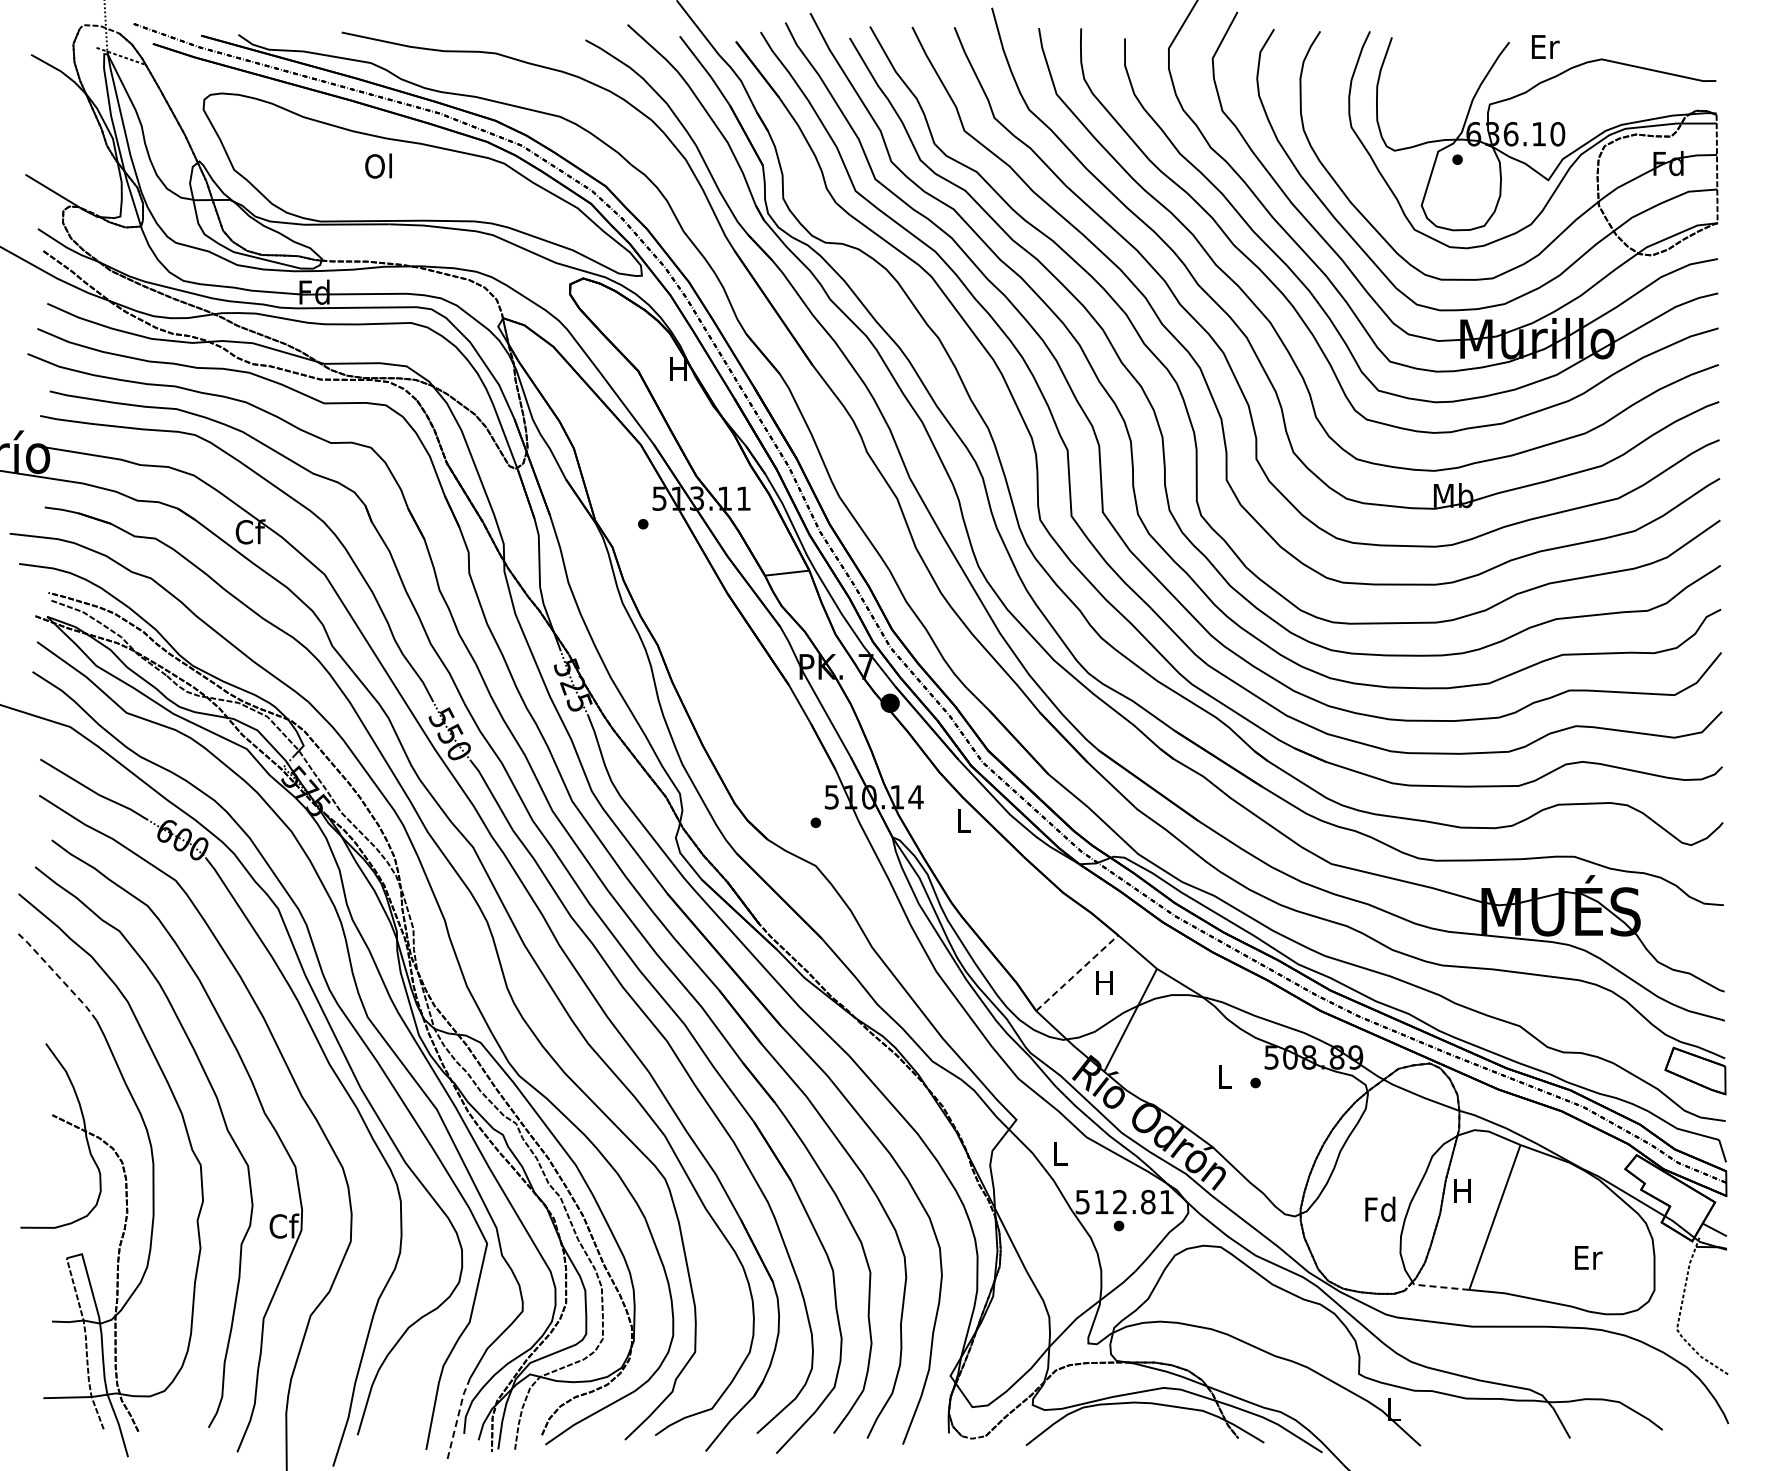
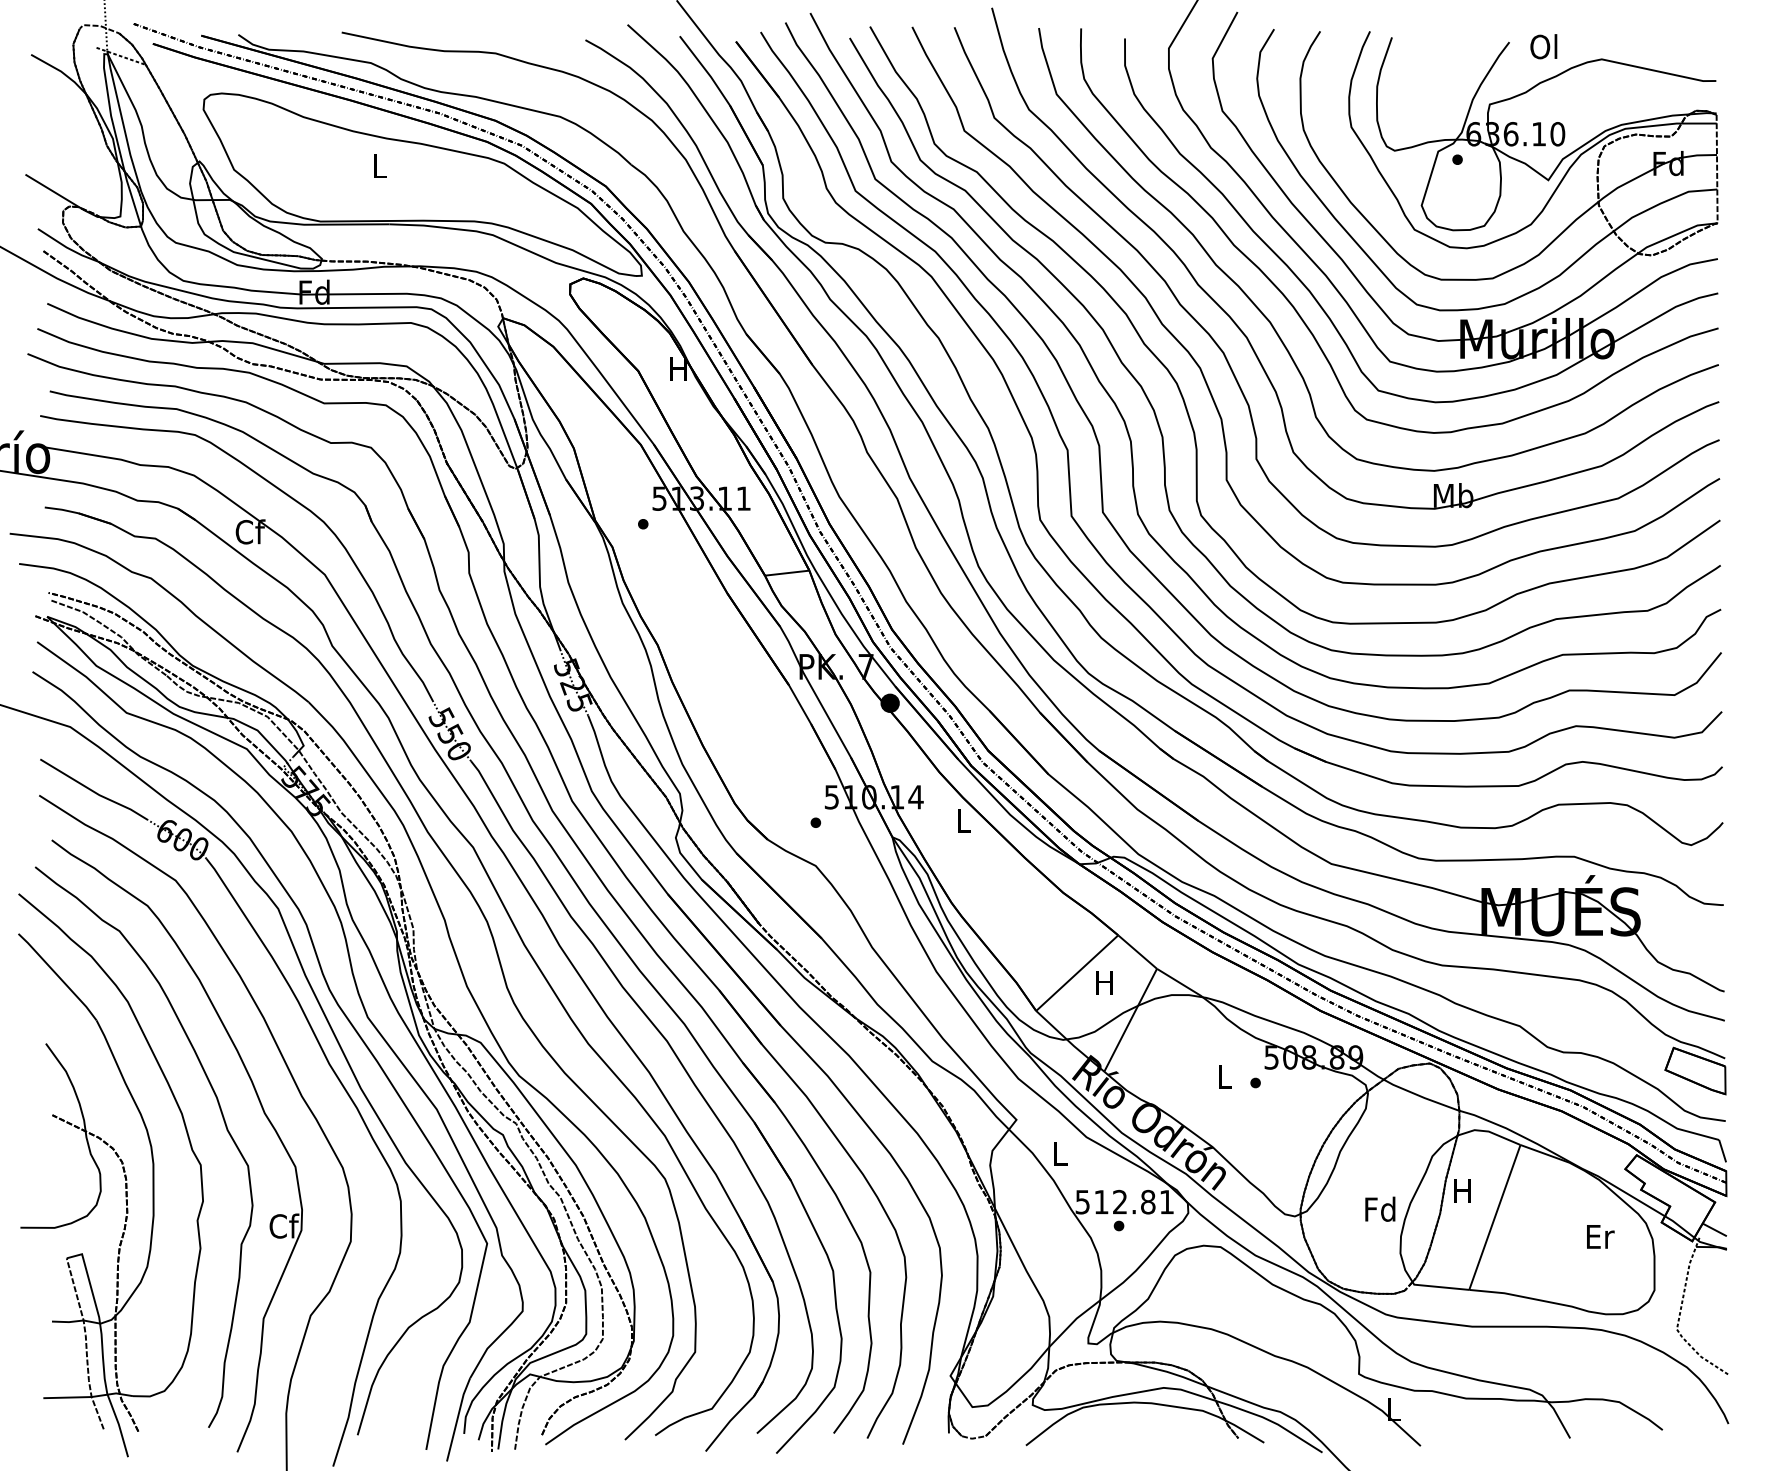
text at (1544, 46): Er -> Ol
text at (378, 165): Ol -> L
line at (1077, 973): dashed -> solid
line at (58, 975): dashed -> solid
text at (1588, 1257) position: (1588, 1257) -> (1600, 1236)
line at (1438, 1287): dashed -> solid
line at (457, 1419): dashed -> solid
